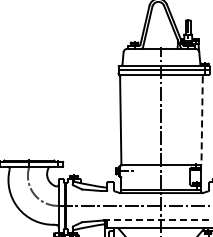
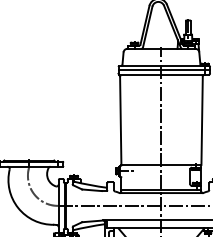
line at (202, 121): dashed -> solid
line at (158, 220): dashed -> solid
